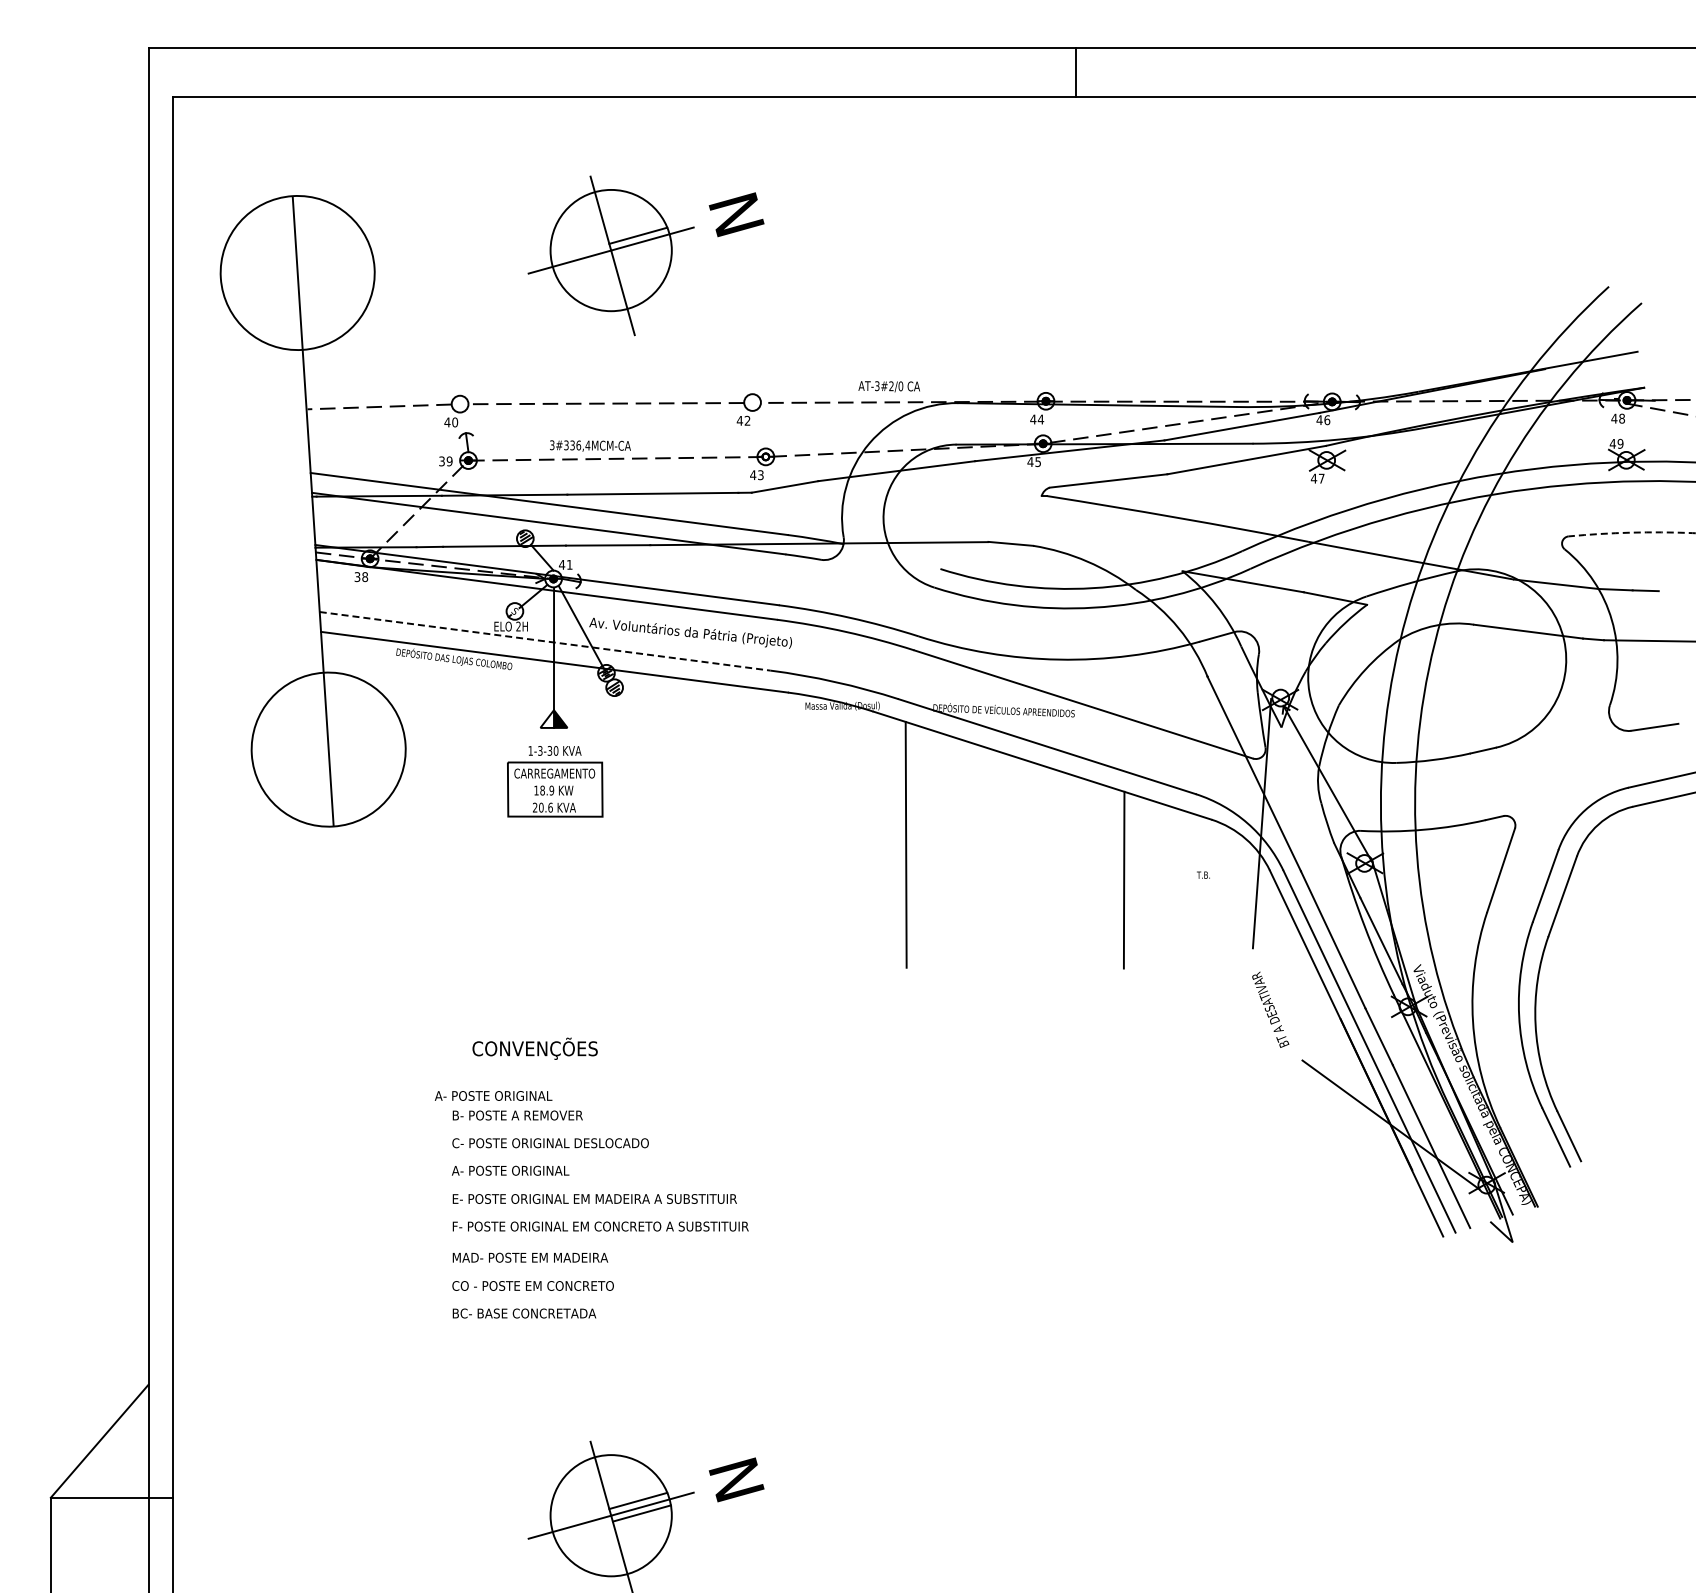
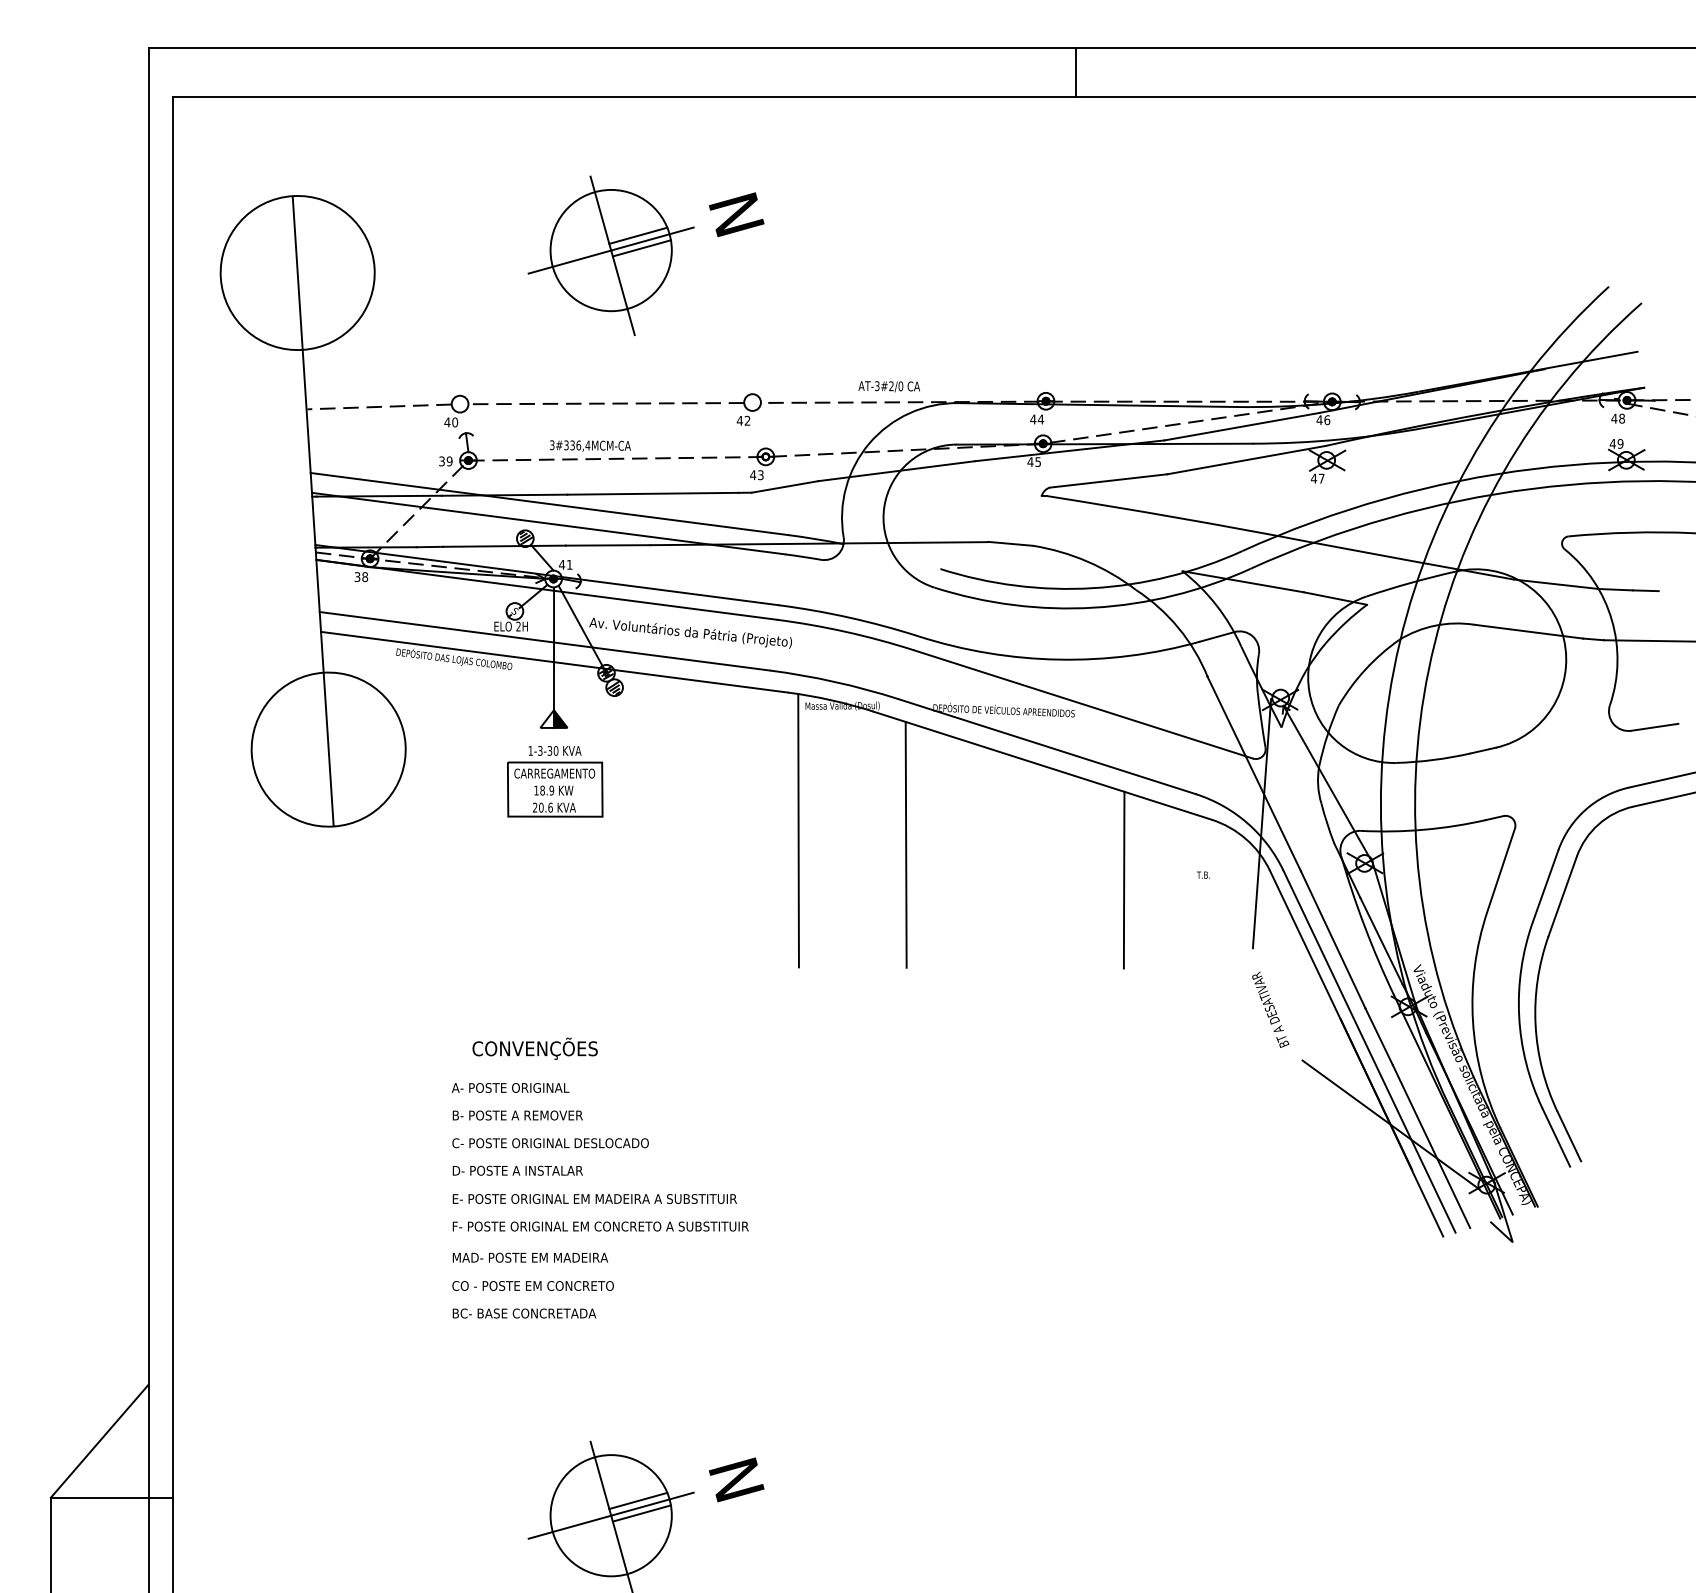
line at (641, 248): none -> present
arc at (1631, 532): dashed -> solid
line at (545, 641): dashed -> solid
line at (798, 830): none -> present
text at (493, 1095) position: (493, 1095) -> (510, 1087)
text at (516, 1170): A- POSTE ORIGINAL -> D- POSTE A INSTALAR
